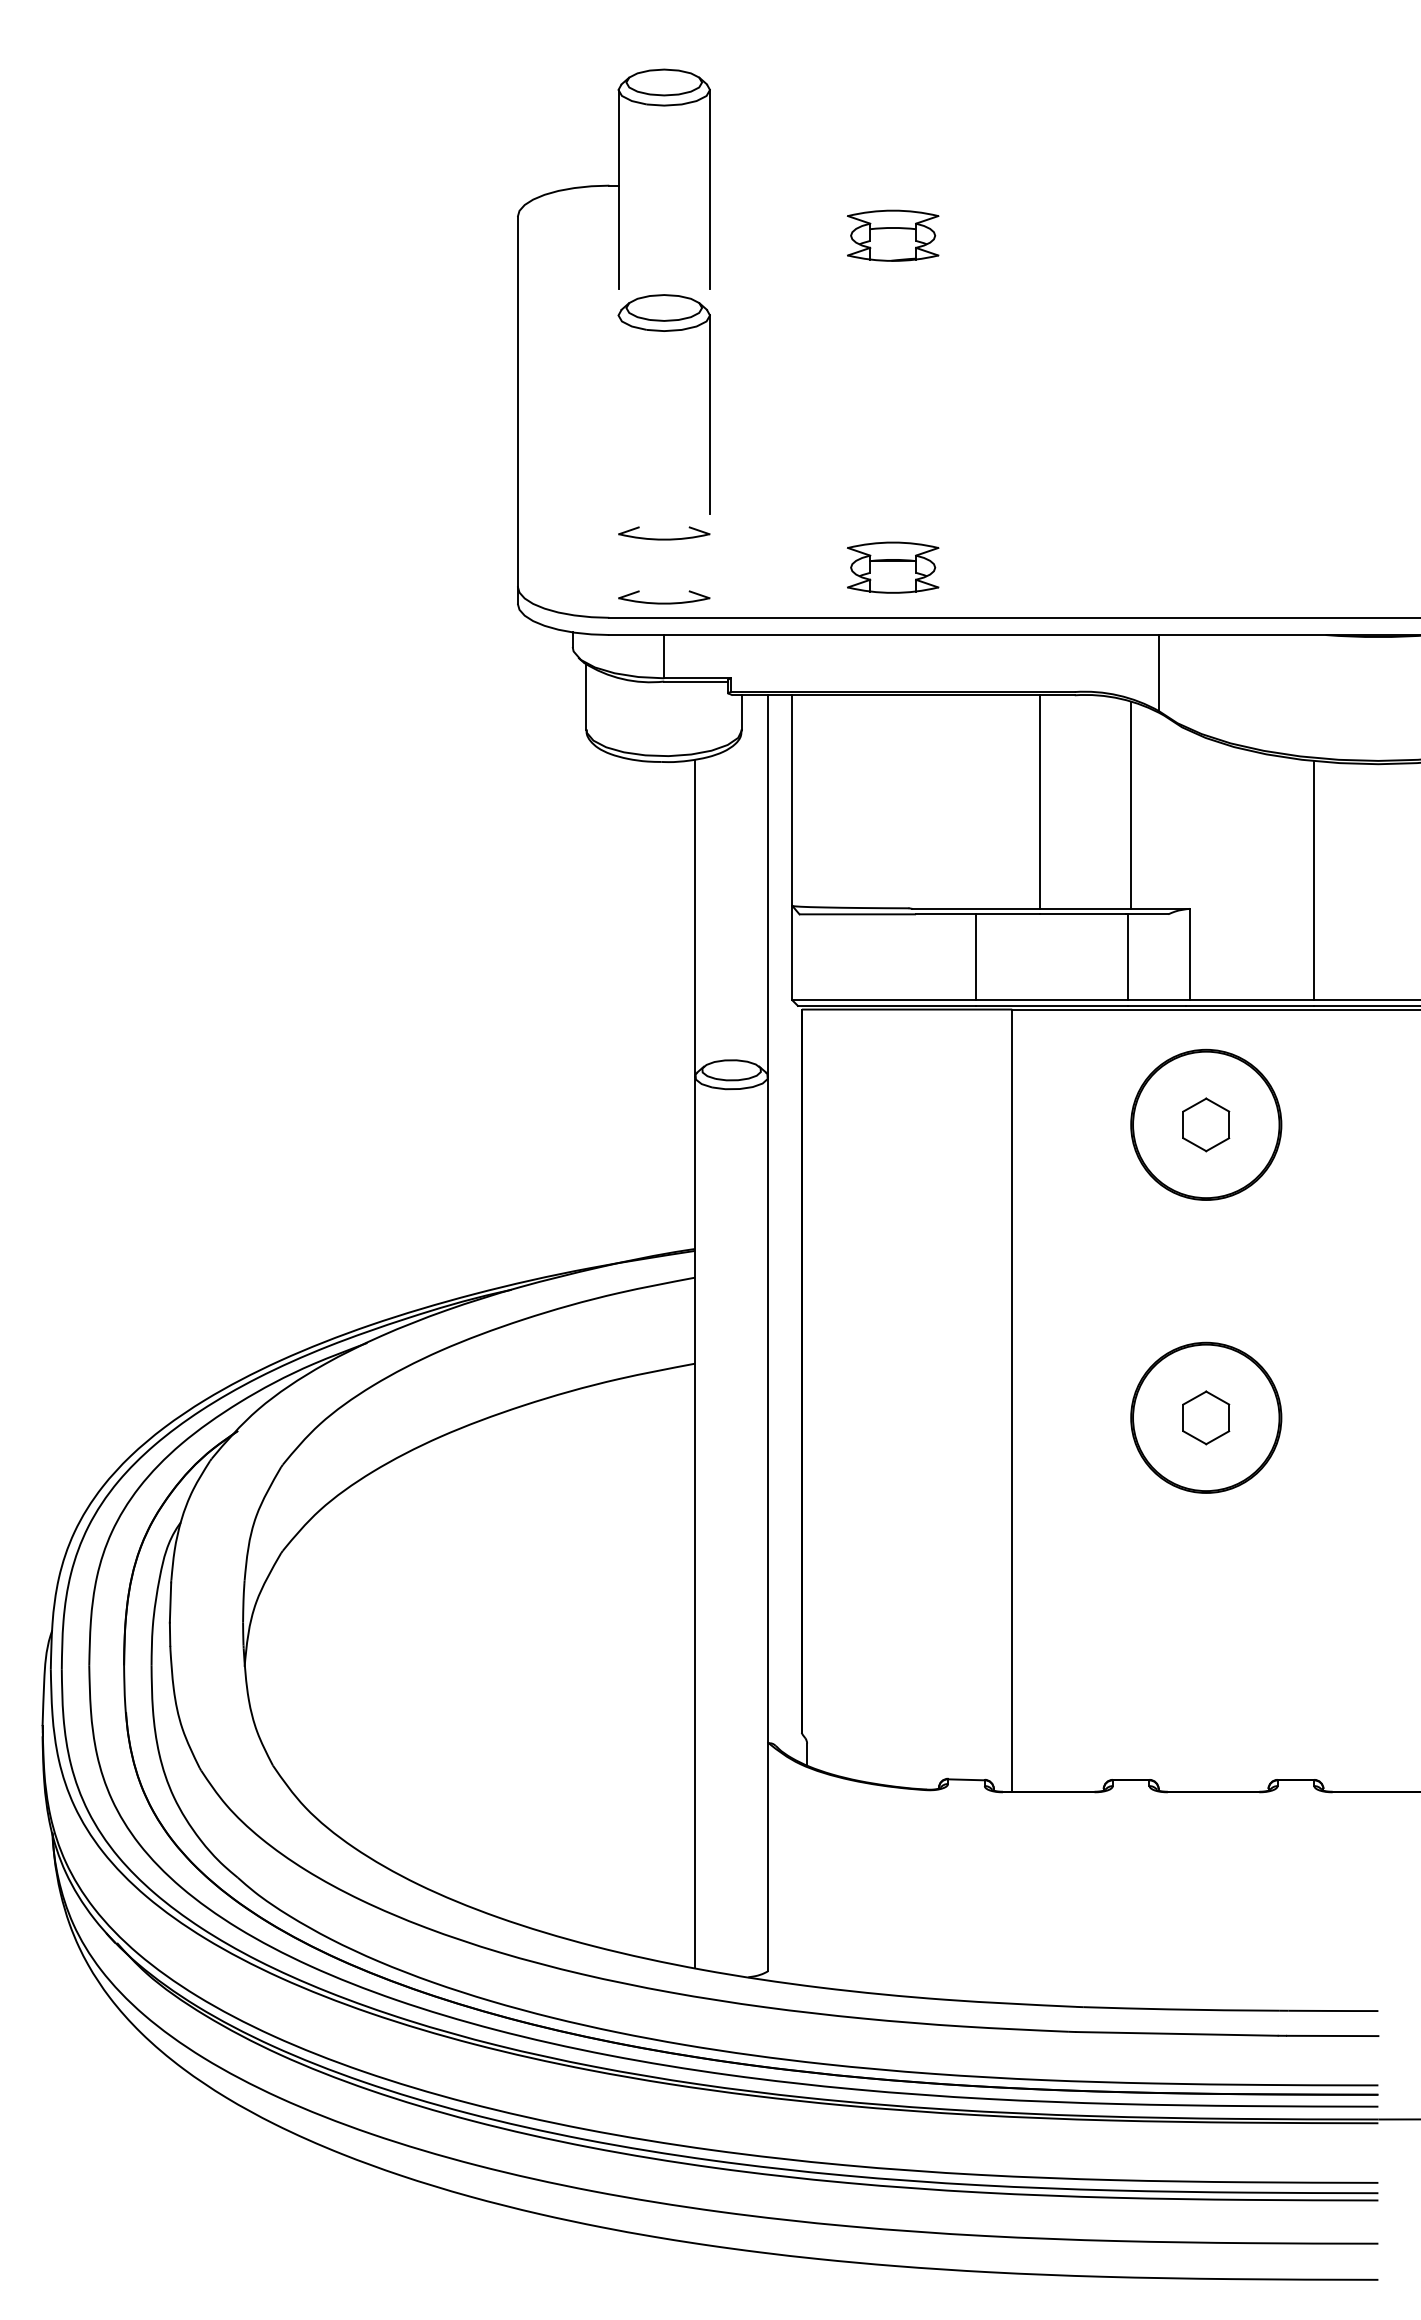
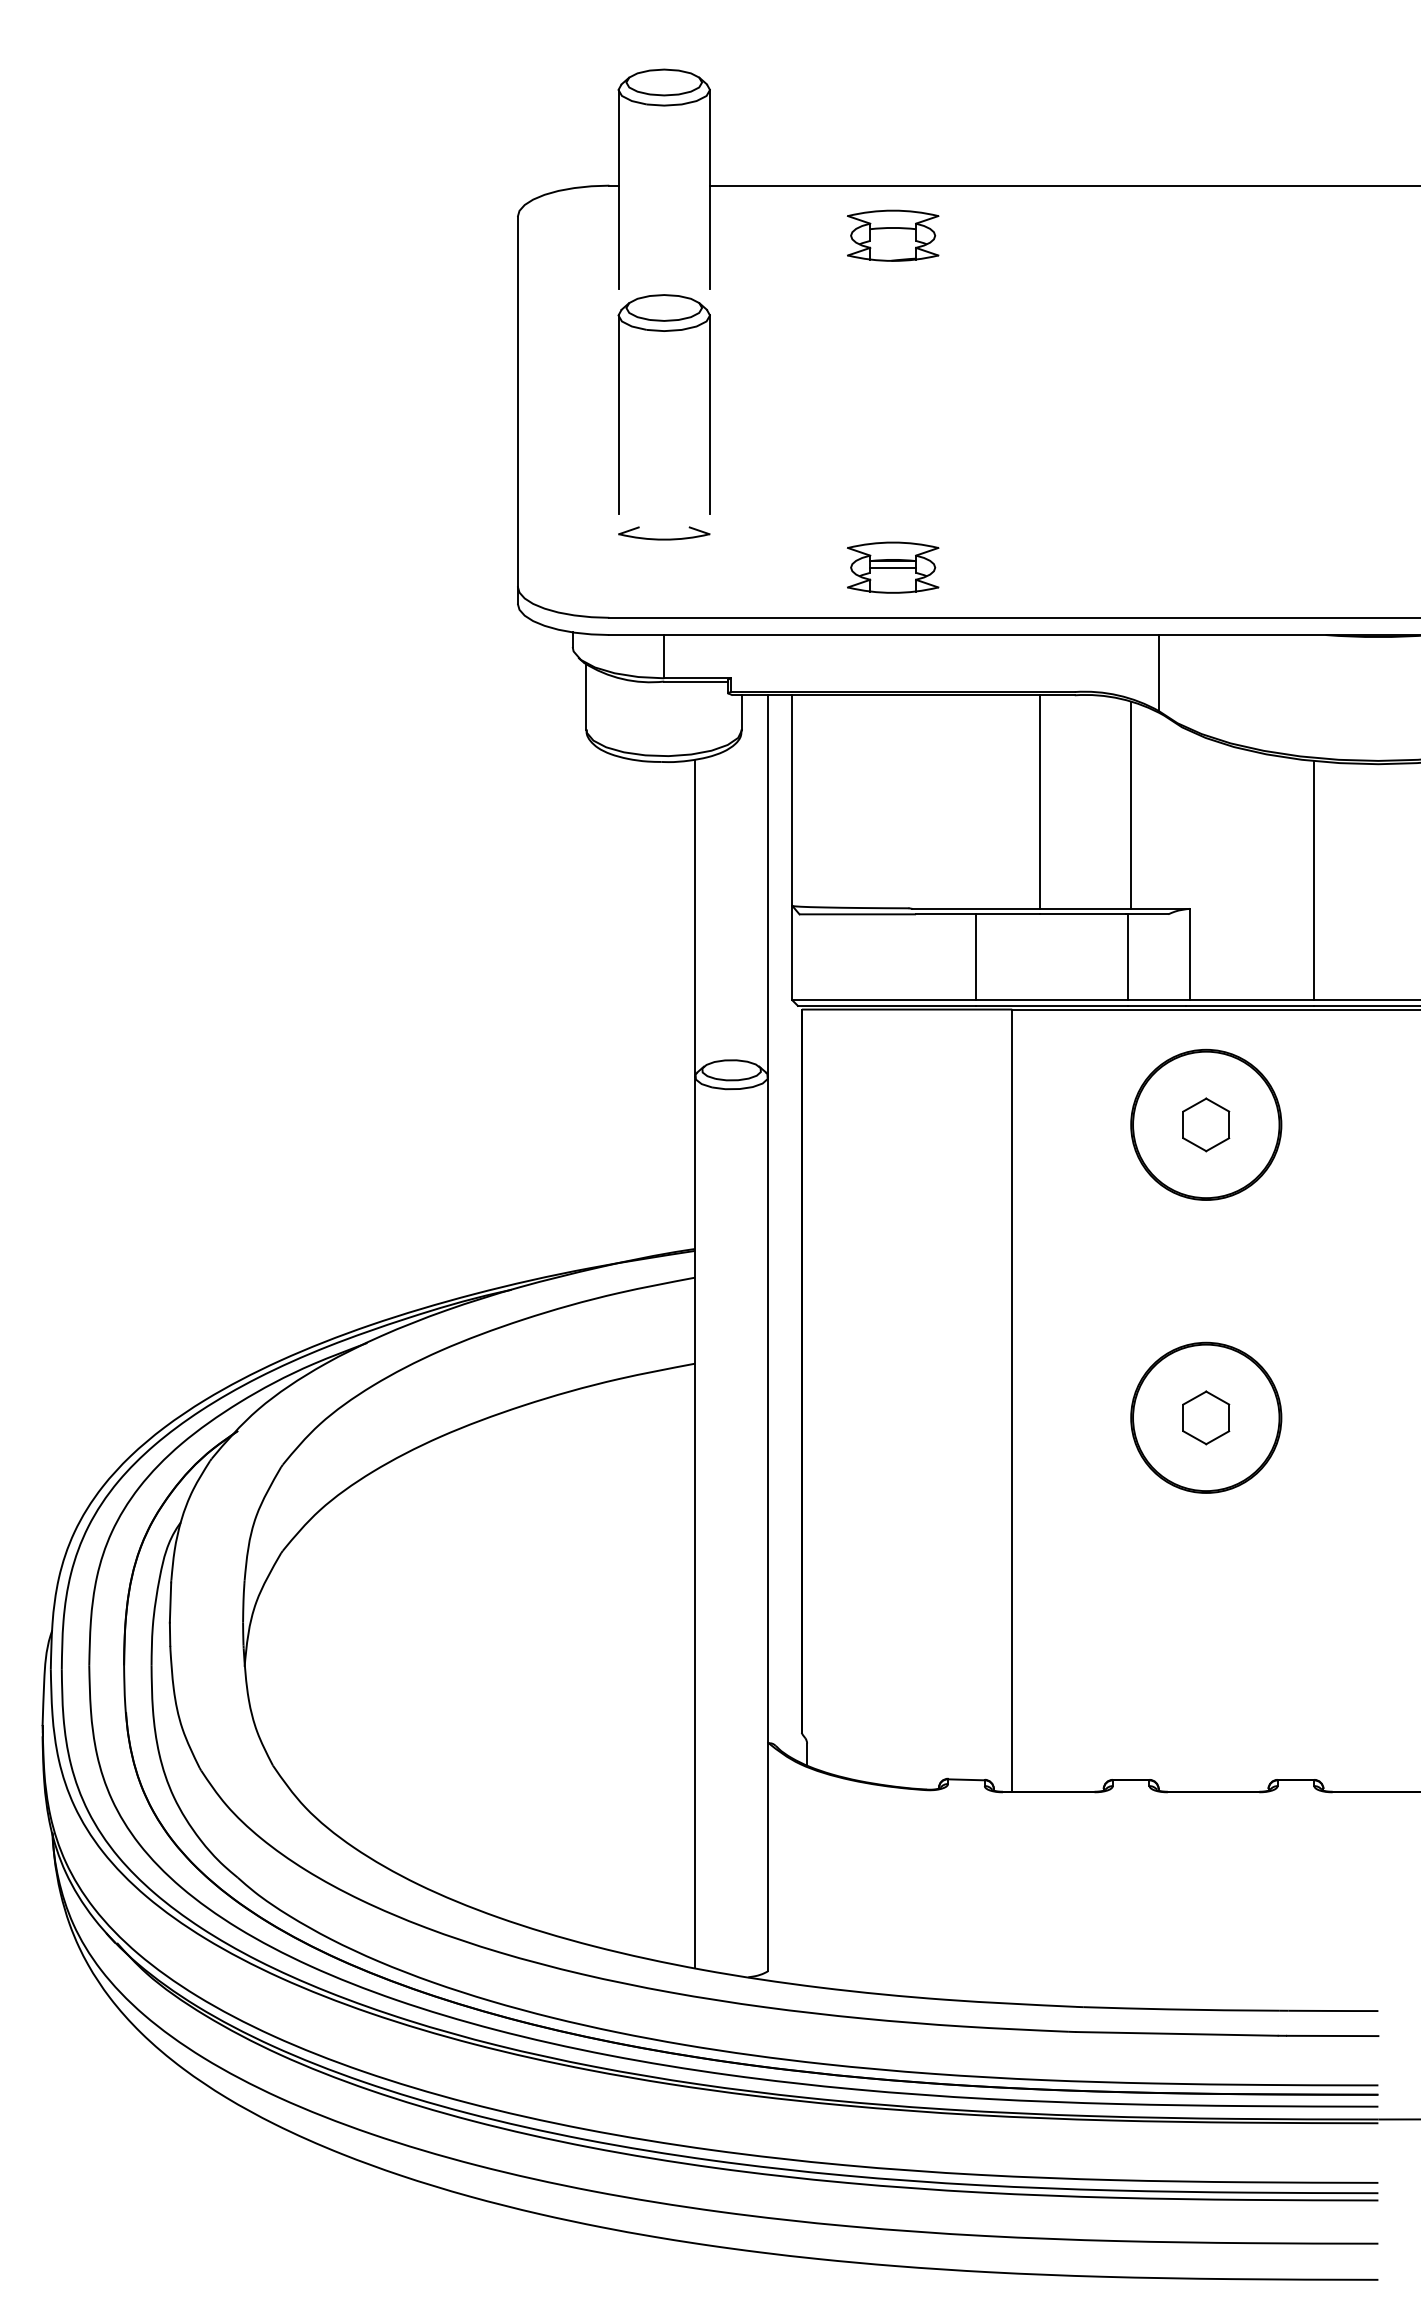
line at (1063, 185): none -> present
line at (618, 414): none -> present
line at (893, 568): none -> present
part at (664, 597): present -> none
